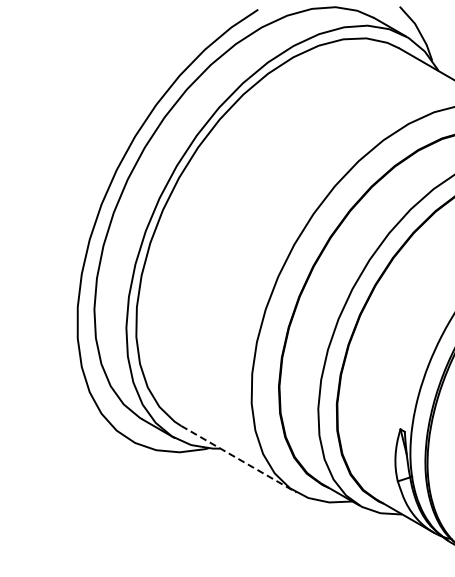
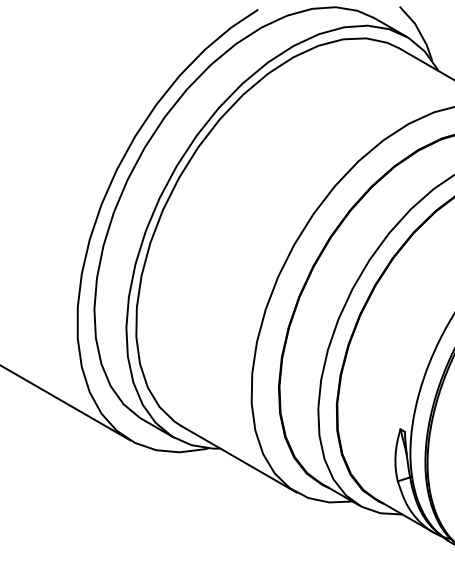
line at (66, 403): none -> present
line at (238, 459): dashed -> solid
